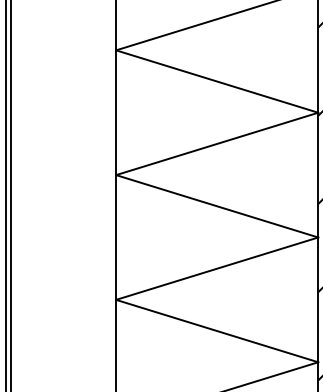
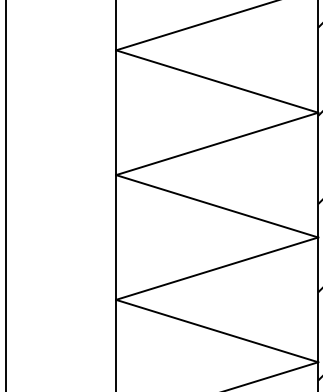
line at (11, 195): present -> none
